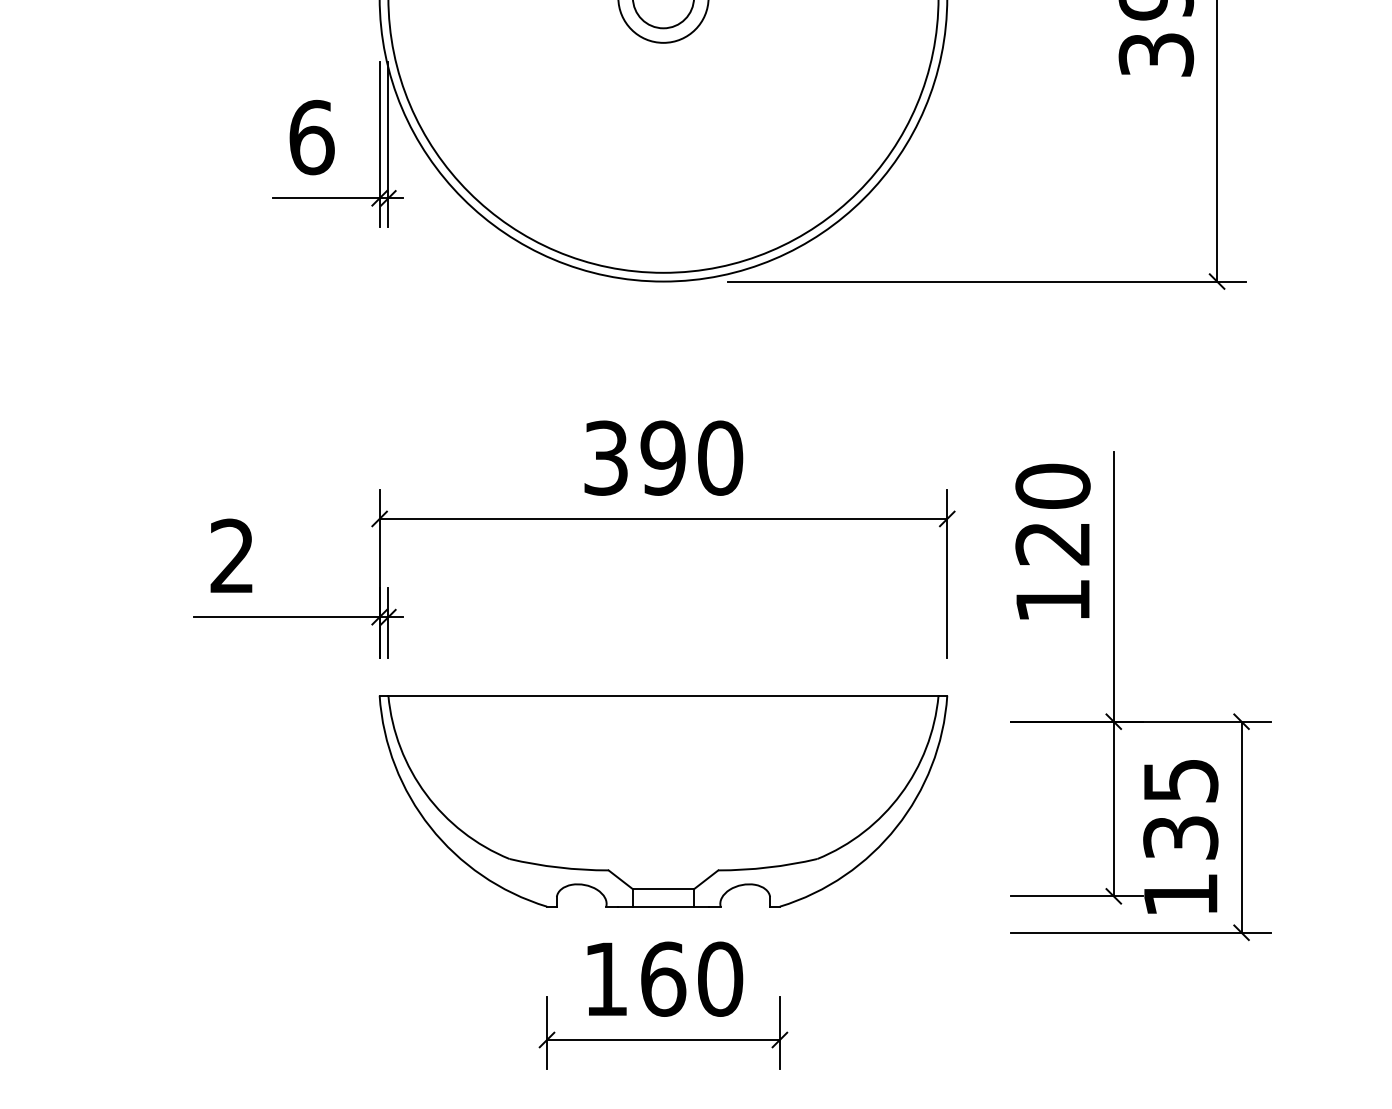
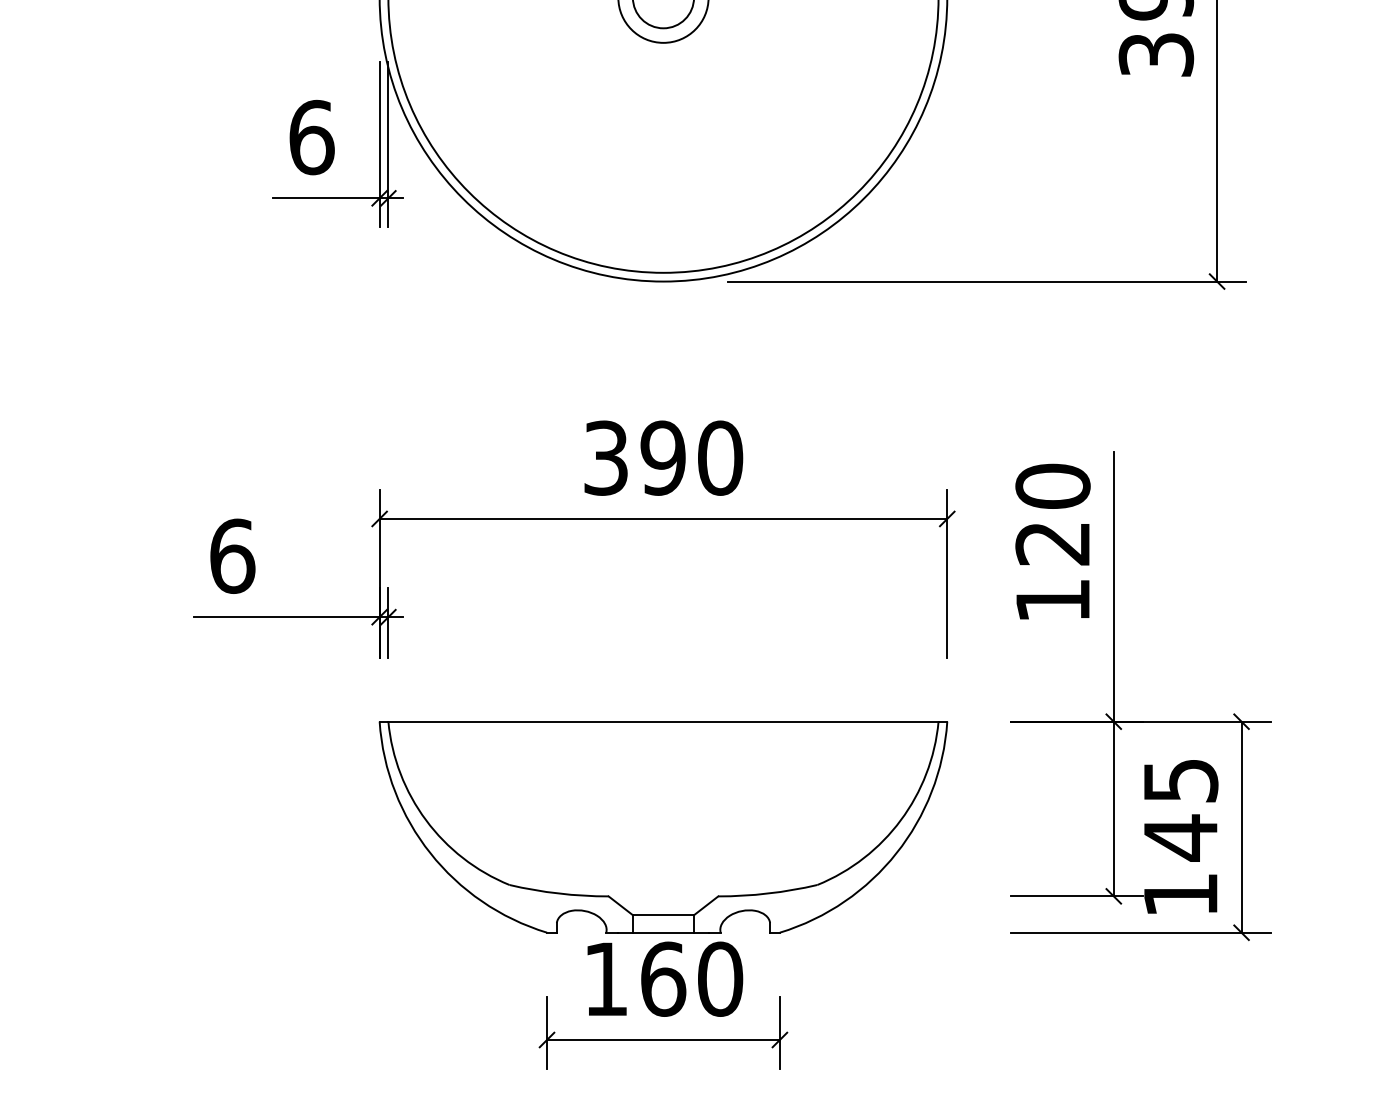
text at (232, 555): 2 -> 6
part at (663, 801) position: (663, 801) -> (663, 827)
text at (1180, 837): 135 -> 145
